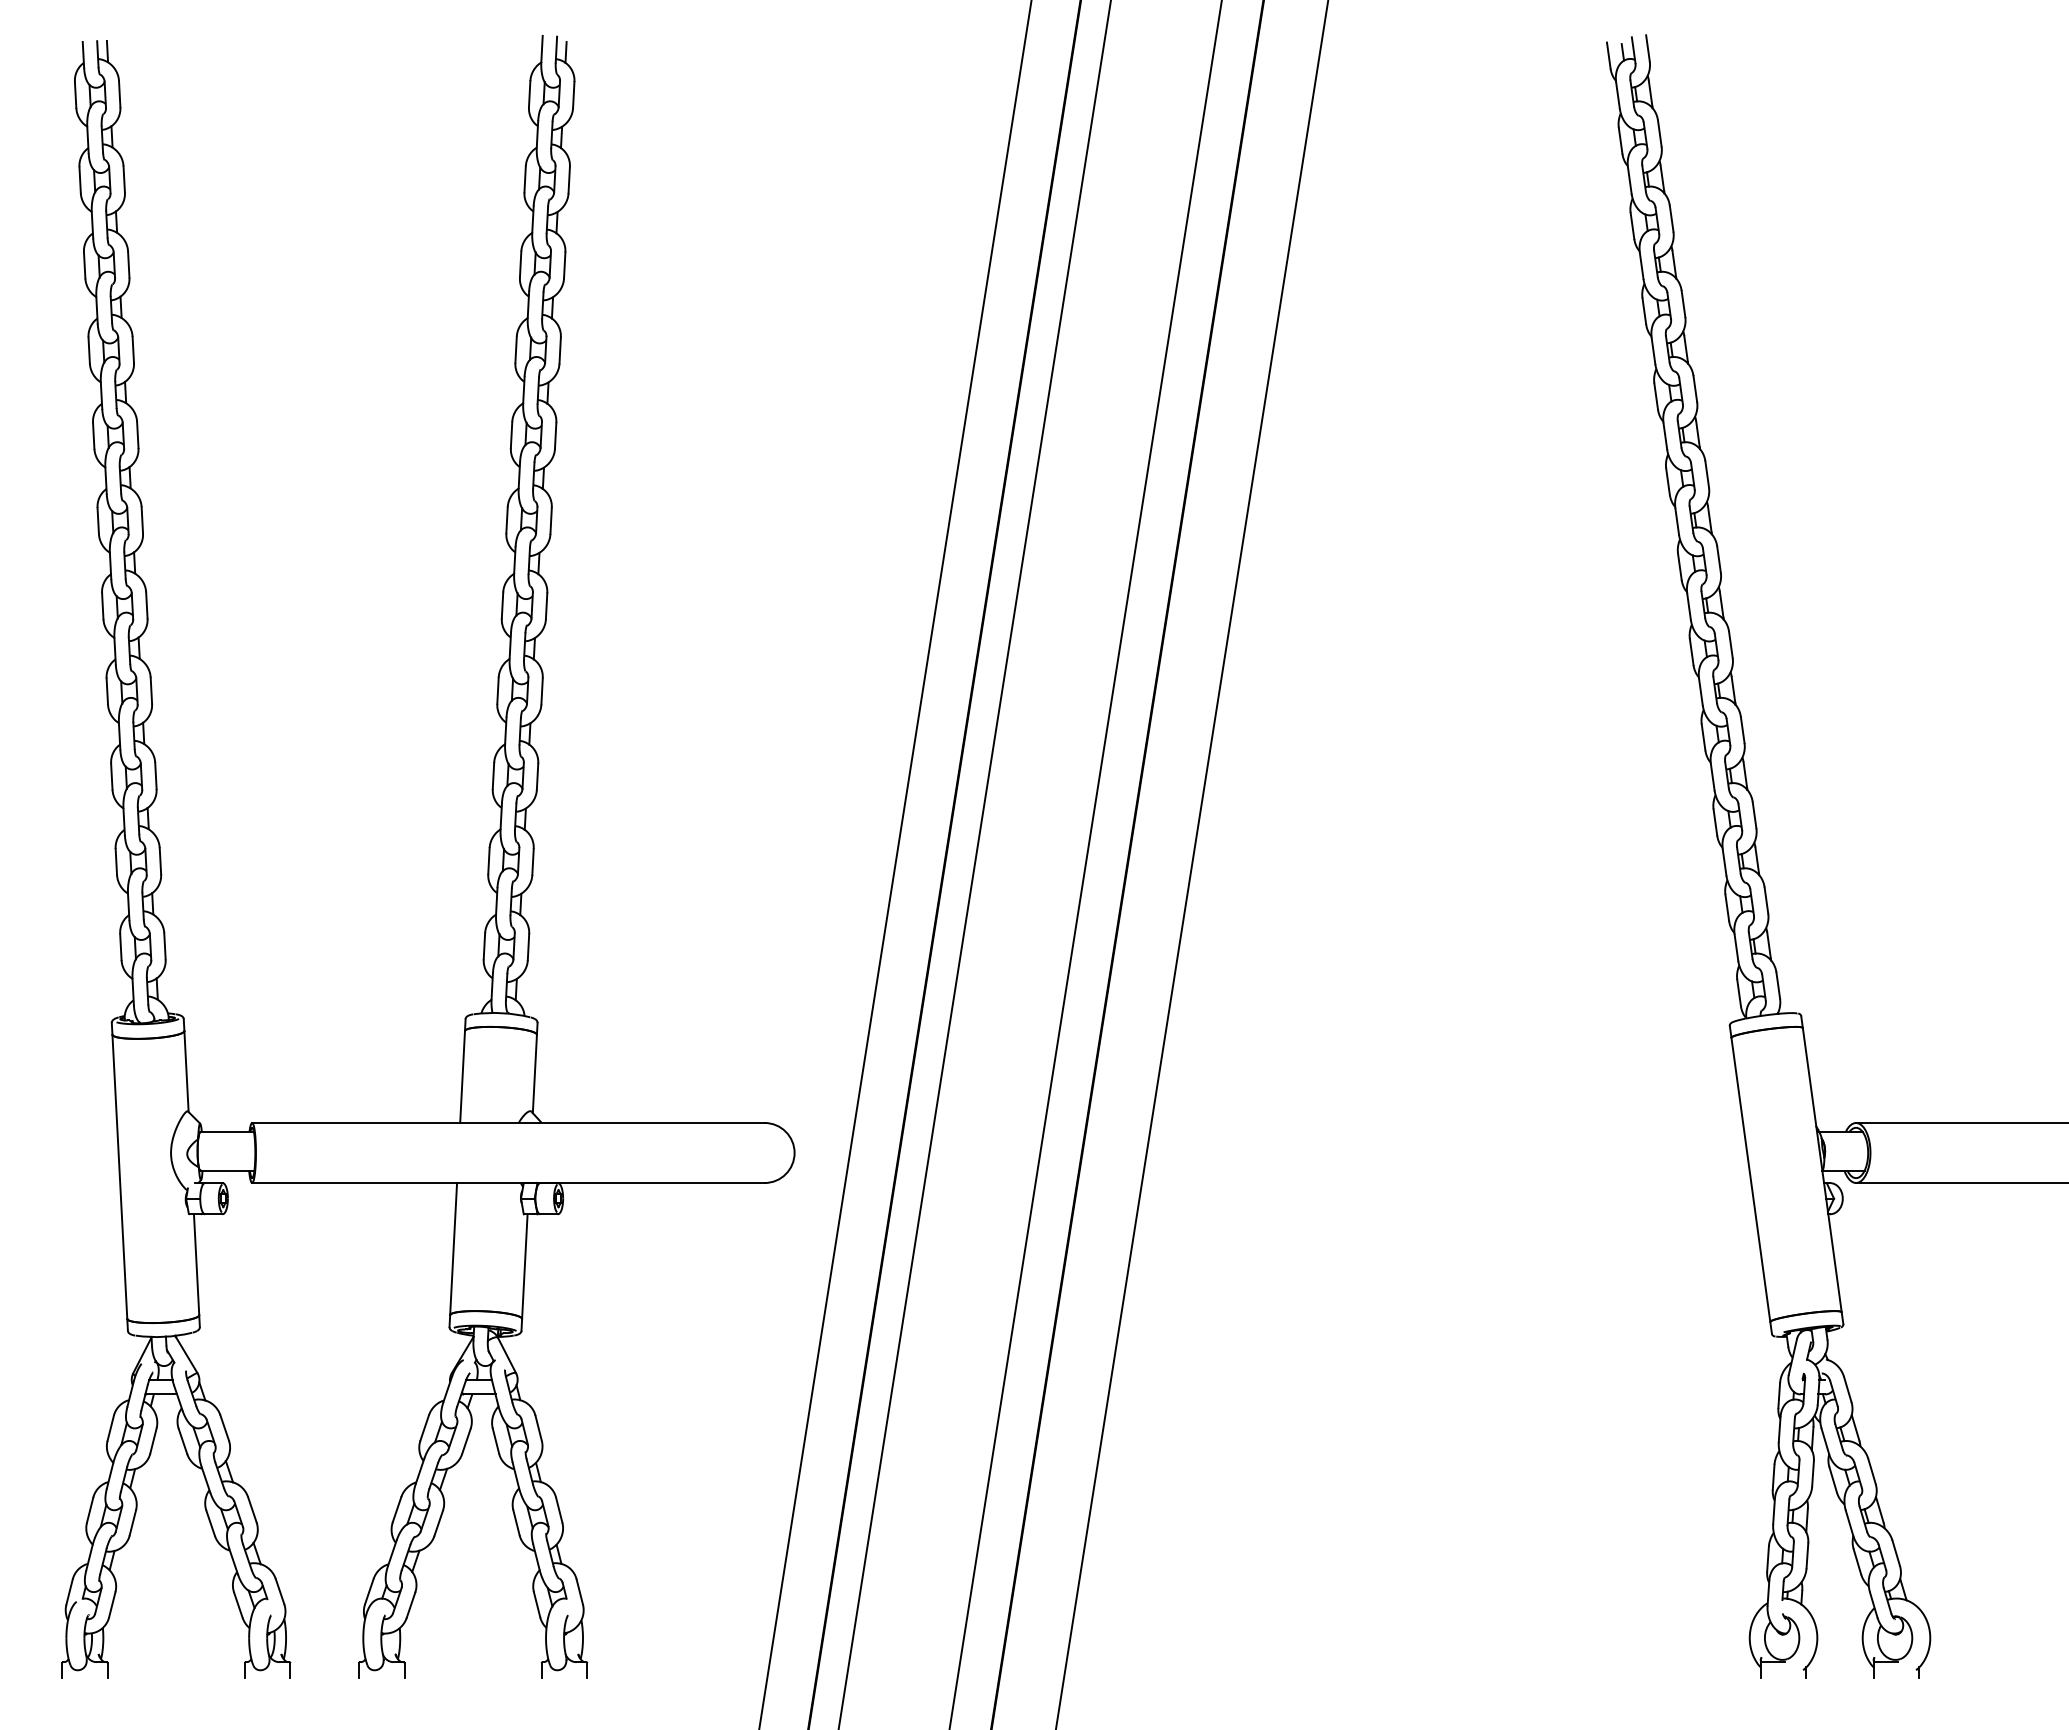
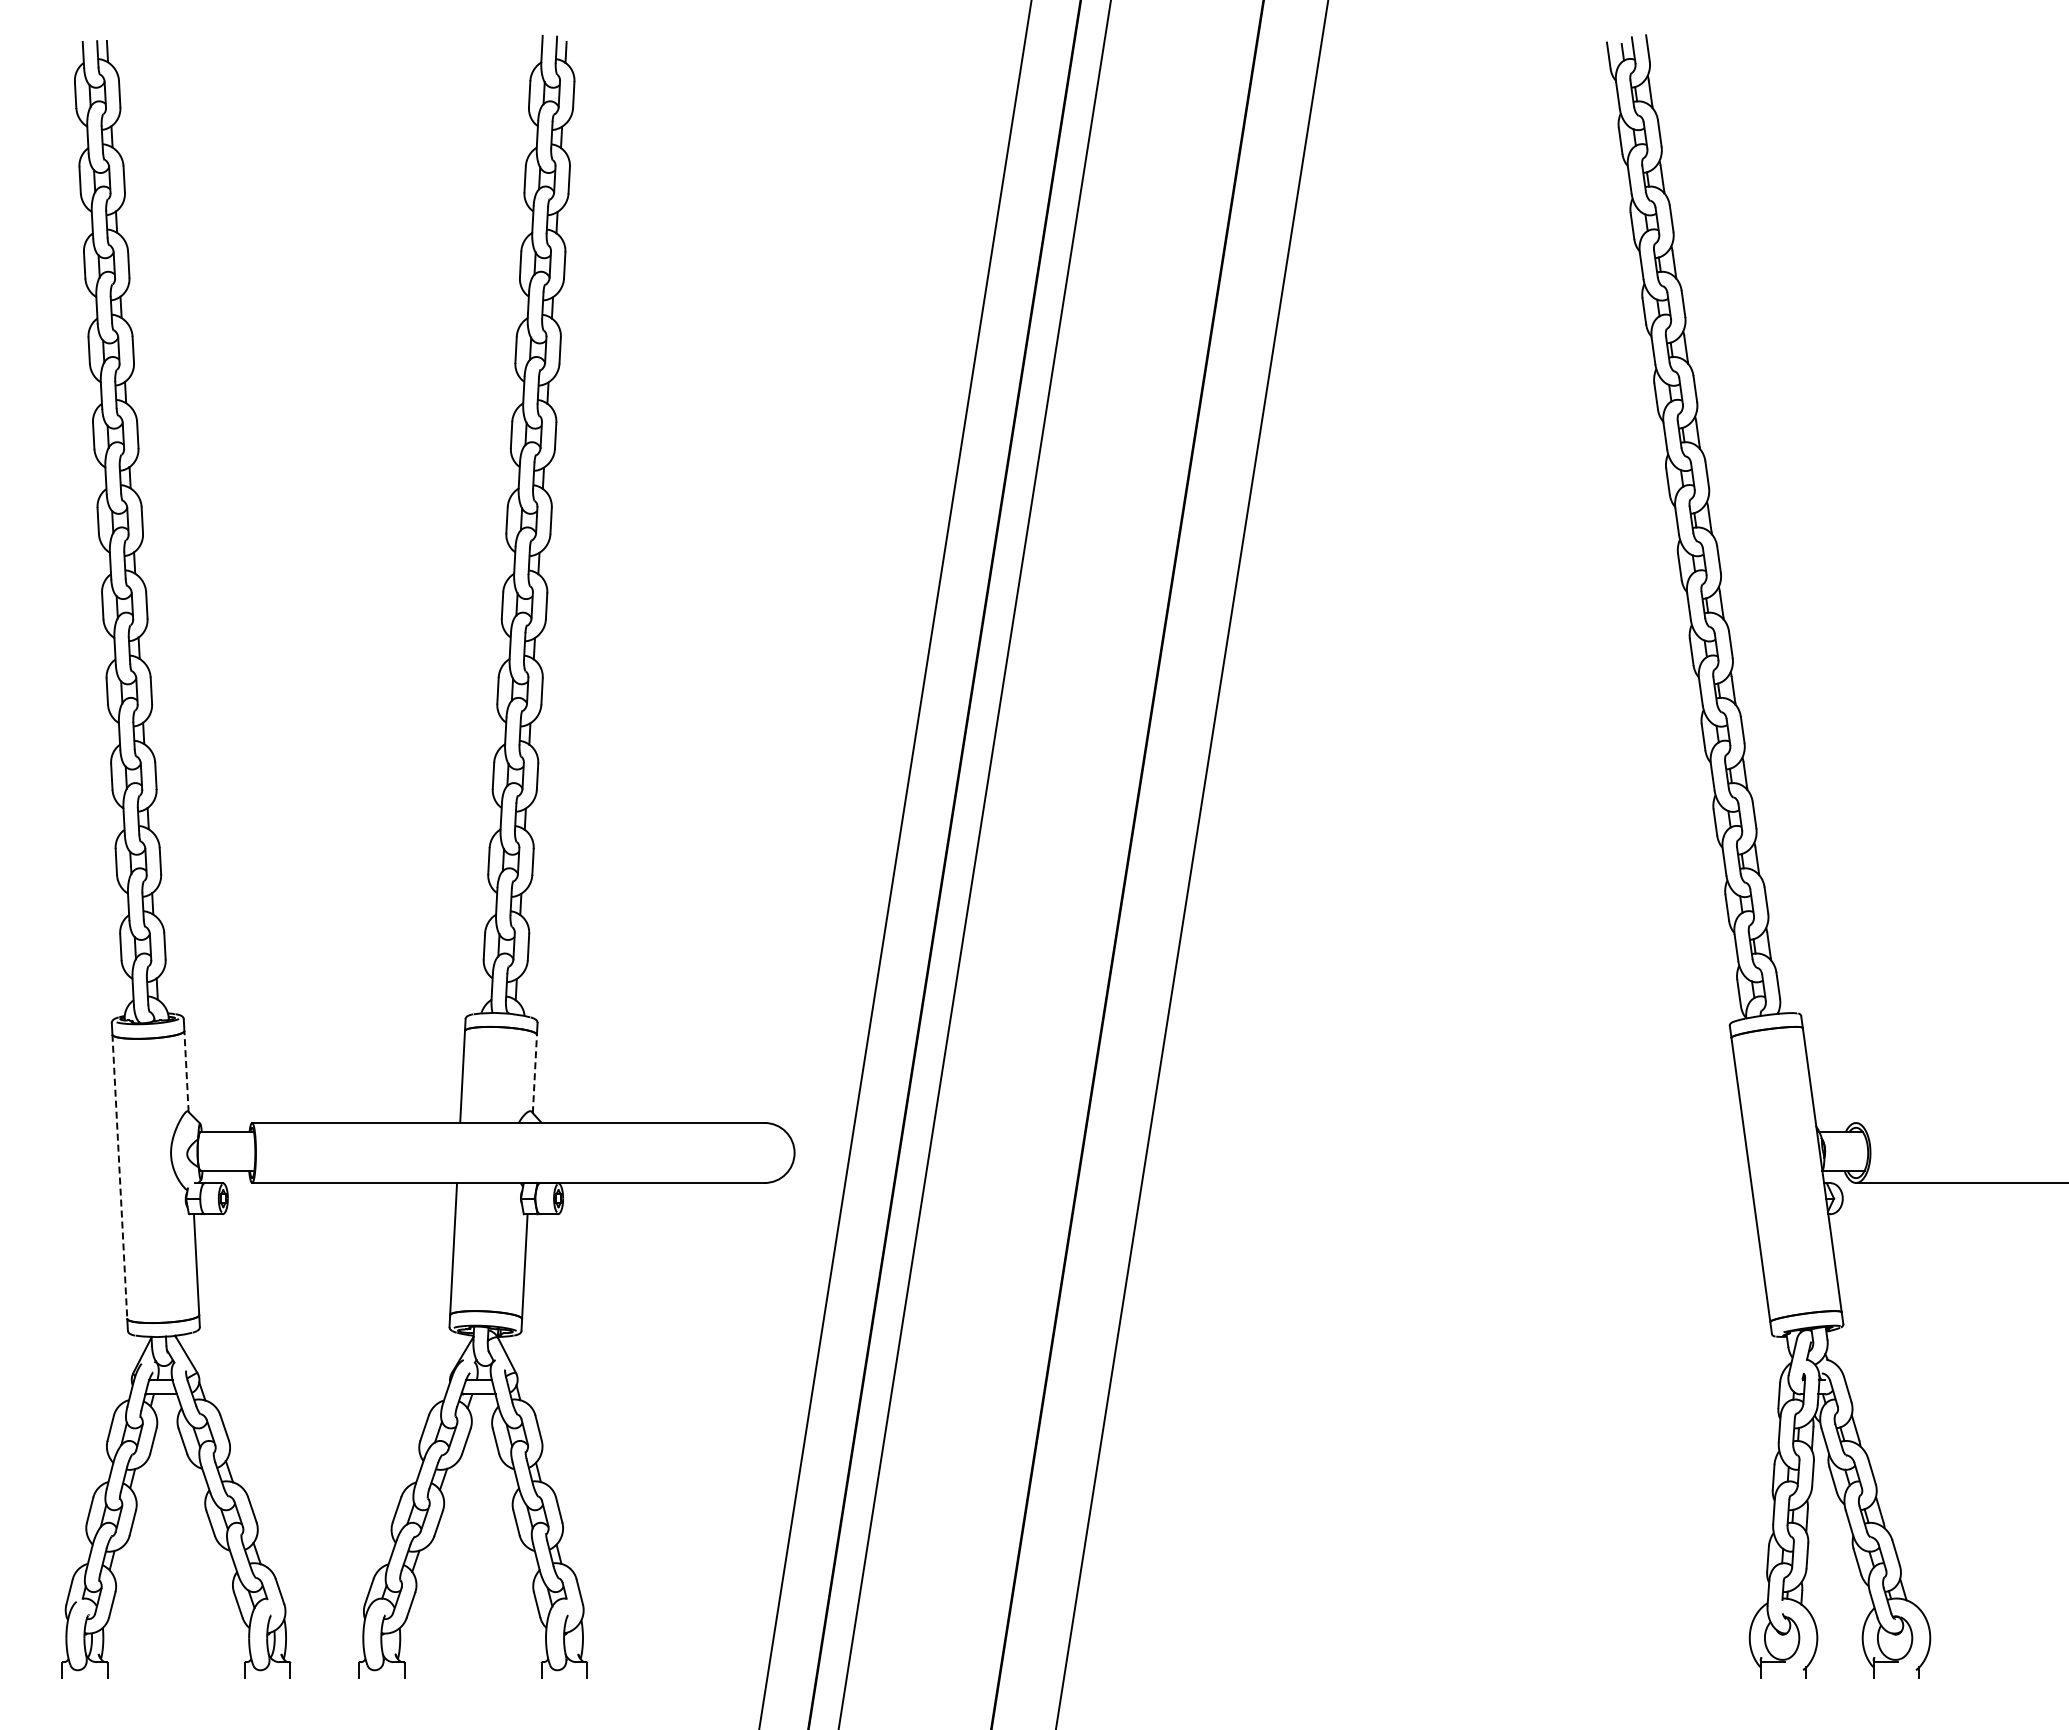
line at (1085, 864): present -> none
line at (186, 1071): solid -> dashed
line at (534, 1073): solid -> dashed
line at (1960, 1122): present -> none
line at (119, 1177): solid -> dashed
